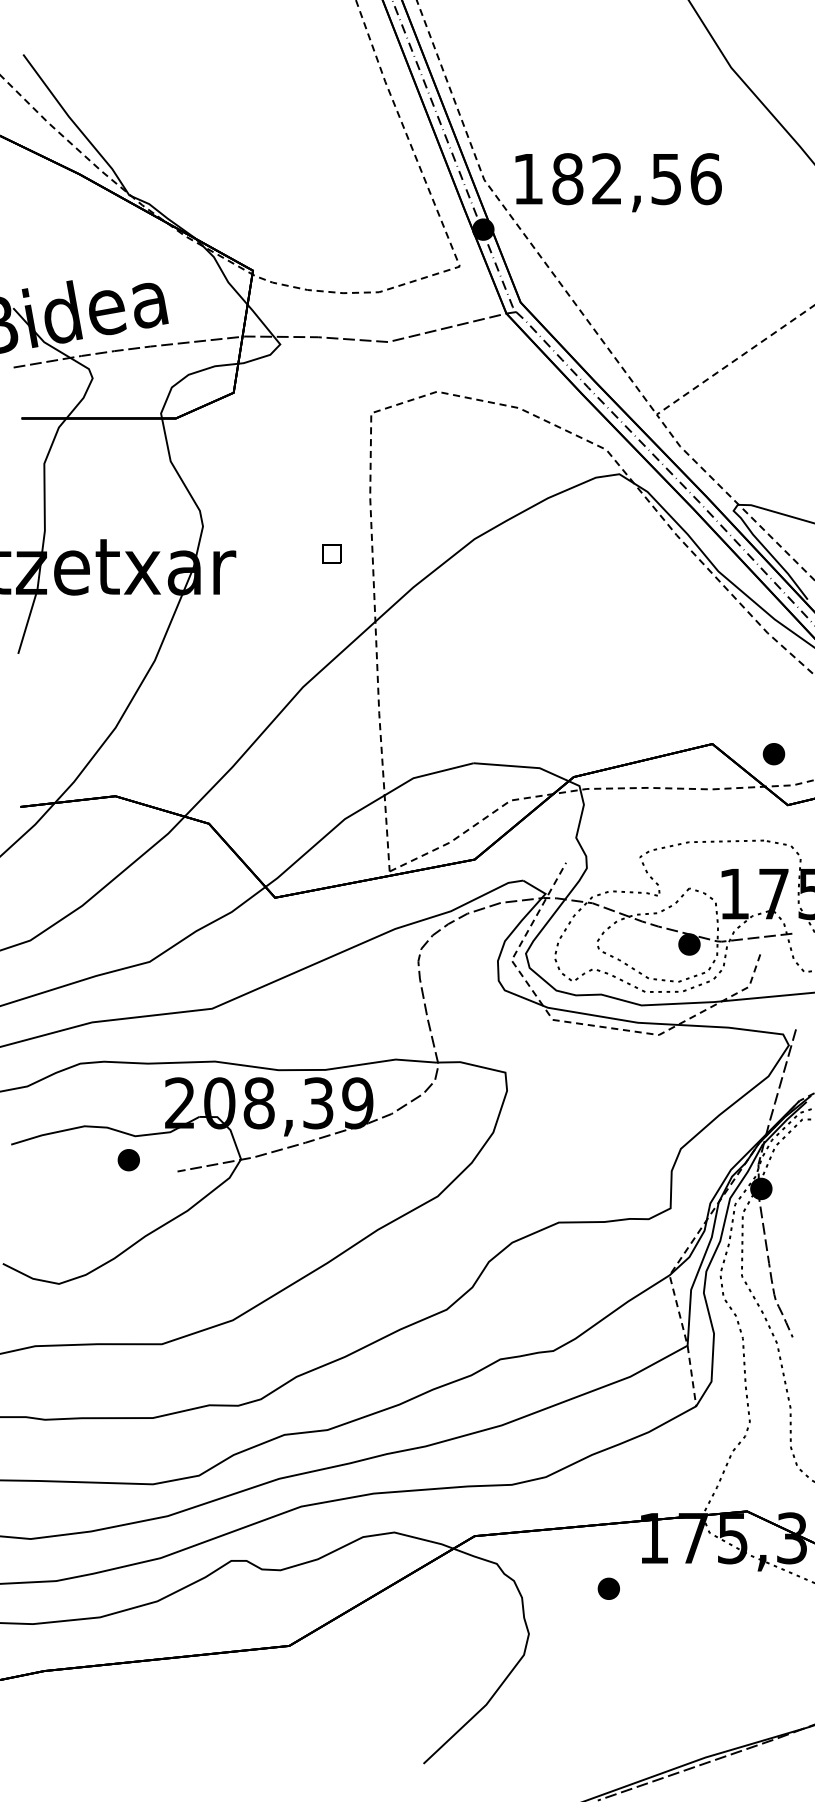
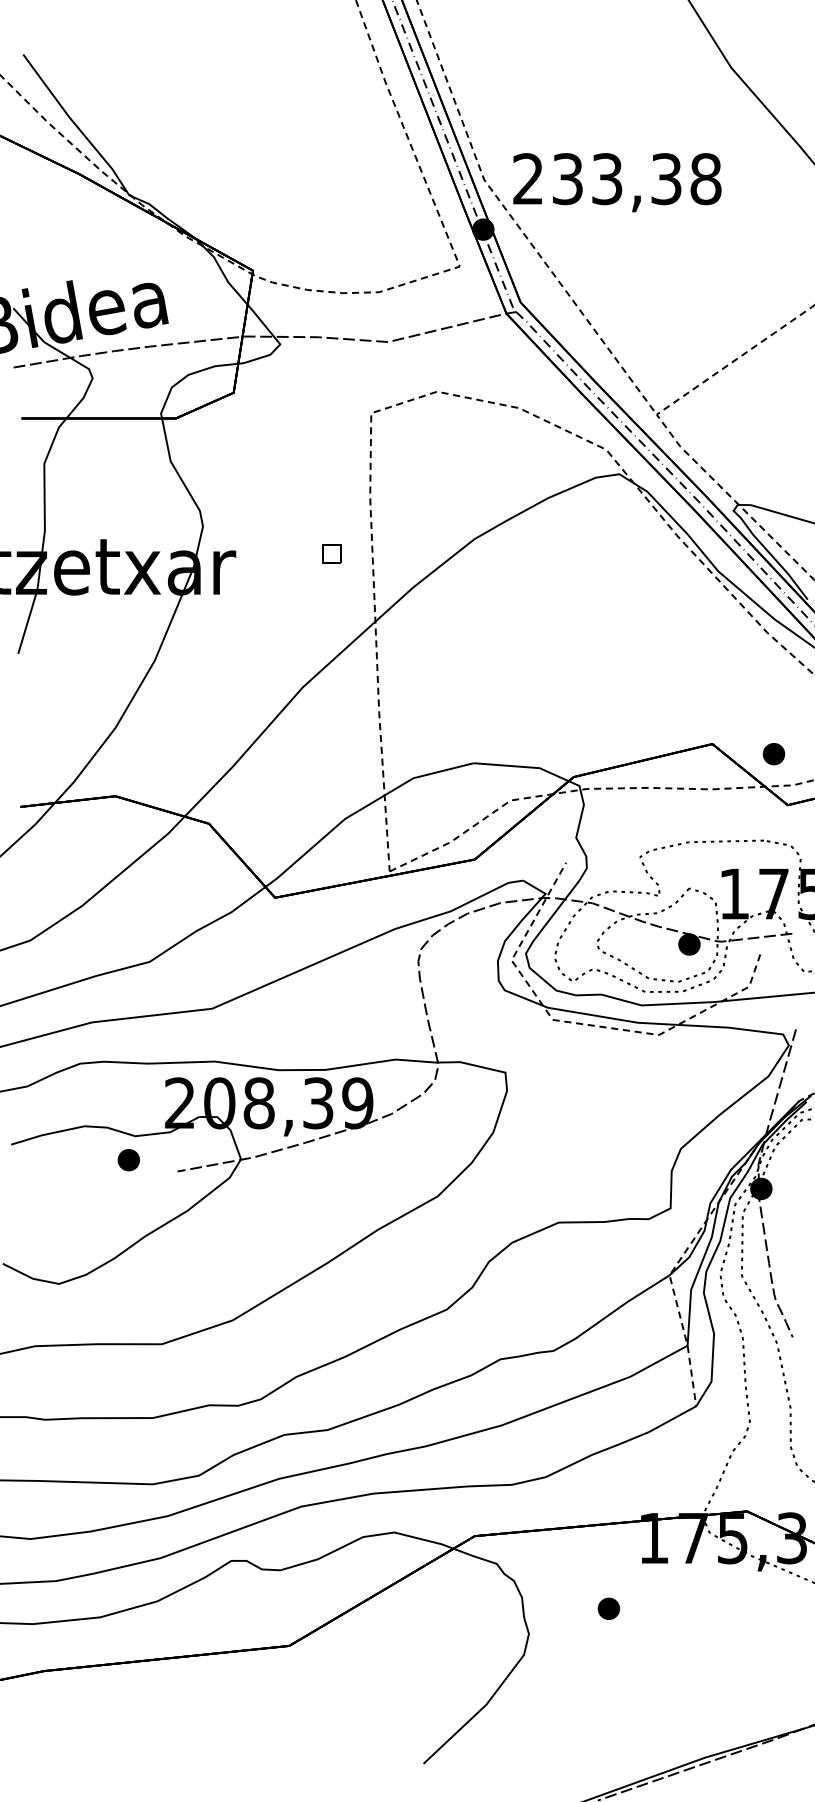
text at (617, 179): 182,56 -> 233,38
part at (608, 1588) position: (608, 1588) -> (608, 1608)
